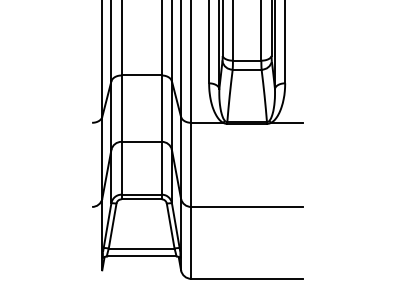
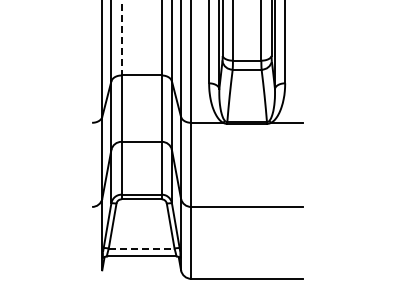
line at (121, 38): solid -> dashed
line at (141, 248): solid -> dashed
